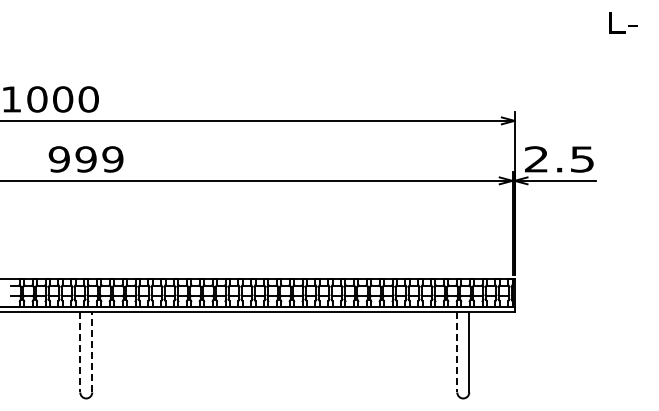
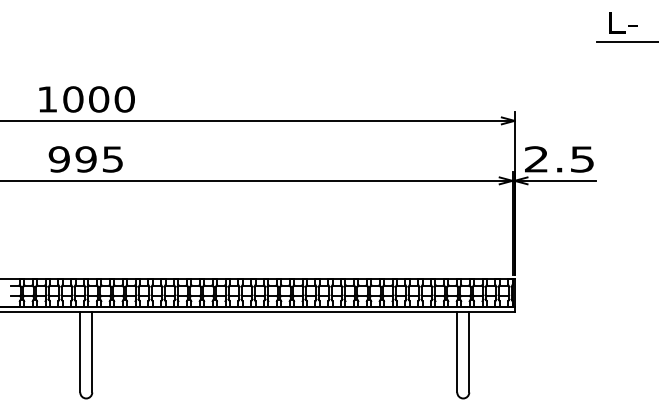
line at (625, 42): none -> present
text at (50, 99) position: (50, 99) -> (86, 99)
text at (112, 159): 999 -> 995
line at (92, 351): dashed -> solid
line at (80, 352): dashed -> solid
line at (457, 352): dashed -> solid
